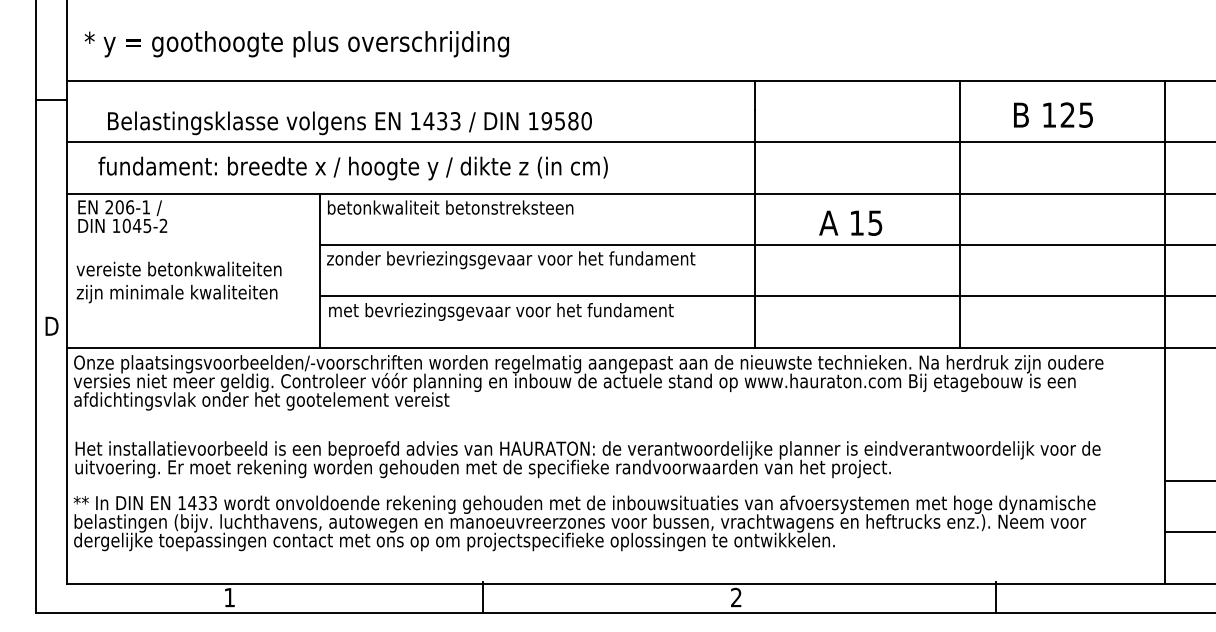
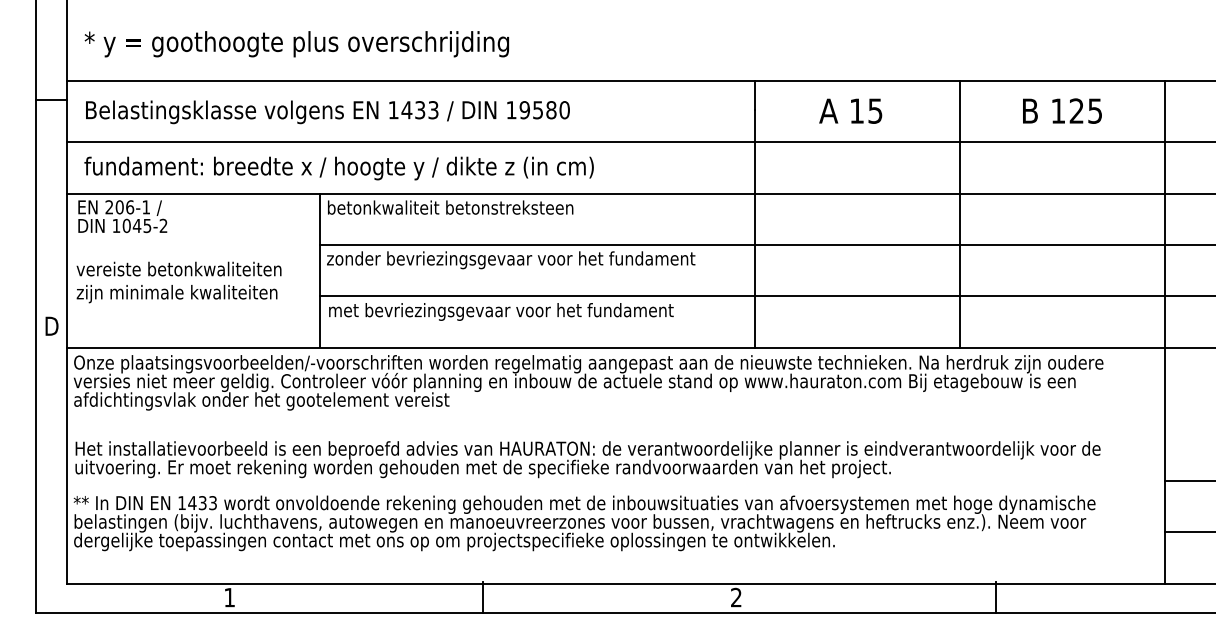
text at (1053, 114) position: (1053, 114) -> (1062, 110)
text at (349, 123) position: (349, 123) -> (327, 112)
text at (352, 168) position: (352, 168) -> (338, 168)
text at (850, 222) position: (850, 222) -> (850, 110)
